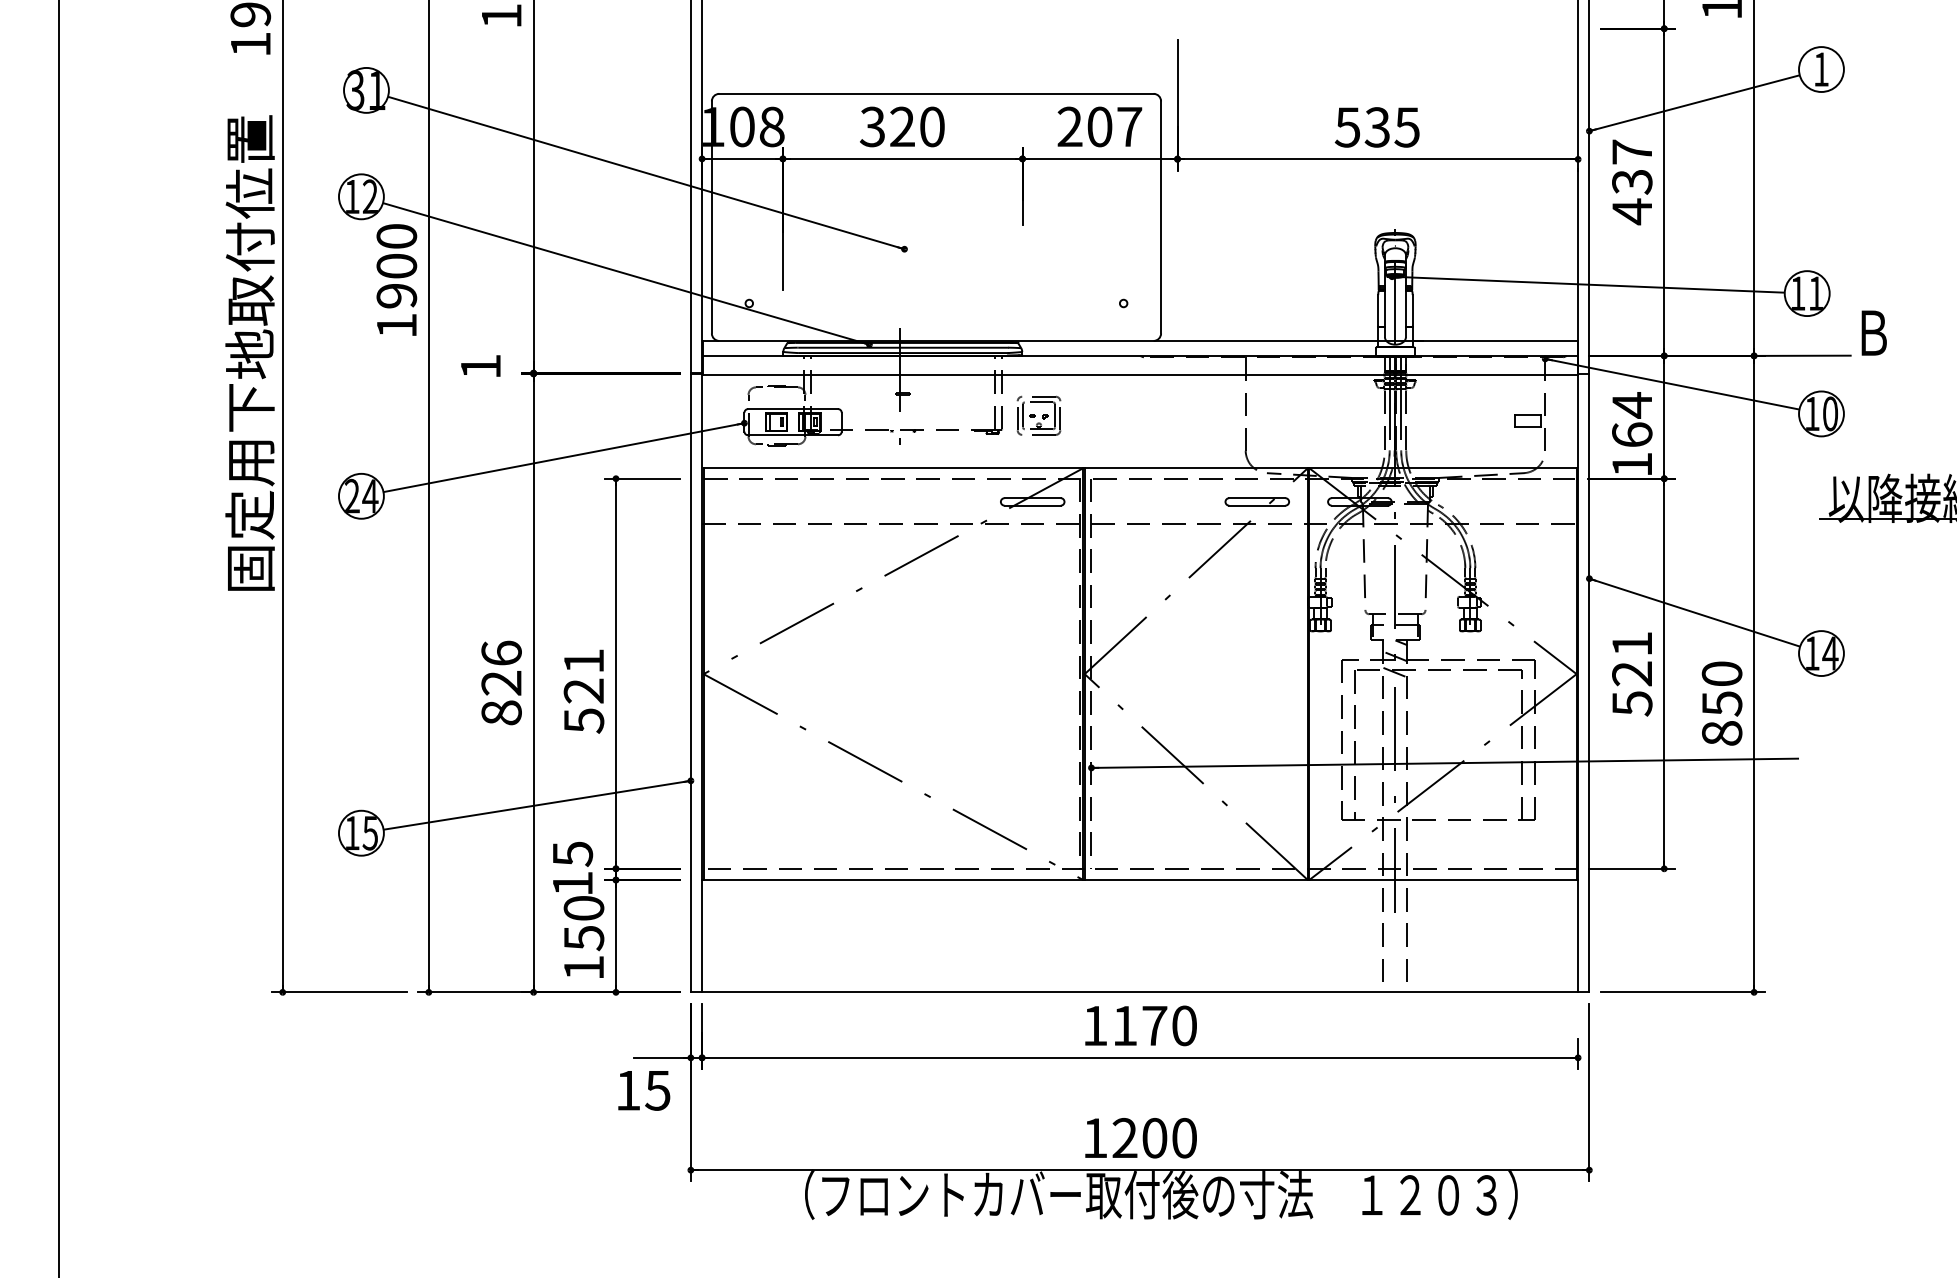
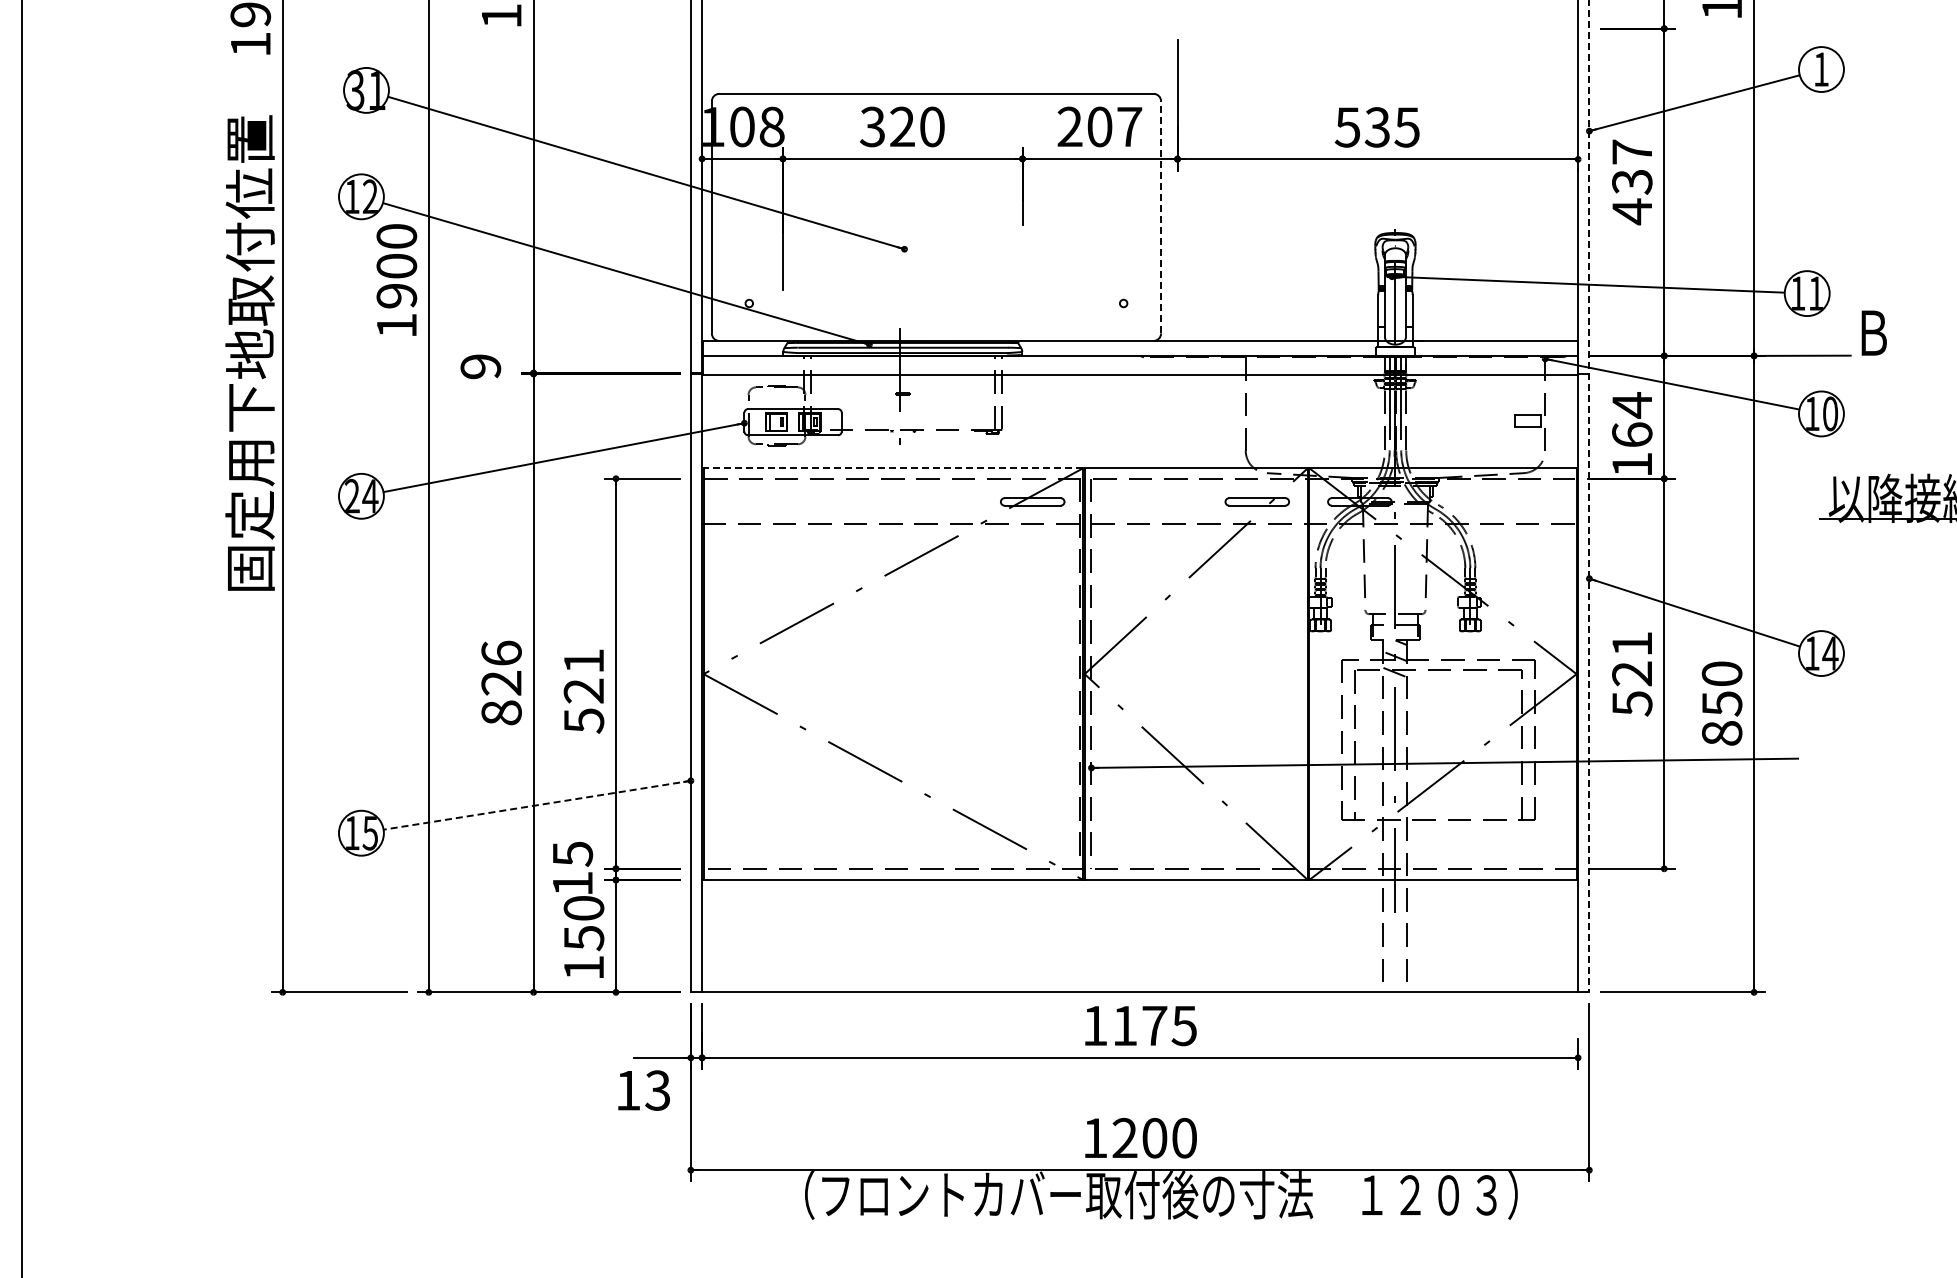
line at (1161, 216): solid -> dashed
text at (480, 366): 1 -> 9
part at (1038, 415): present -> none
line at (893, 468): solid -> dashed
line at (1589, 496): solid -> dashed
line at (58, 638) position: (58, 638) -> (21, 638)
line at (537, 805): solid -> dashed
text at (1183, 1025): 1170 -> 1175
text at (657, 1090): 15 -> 13
